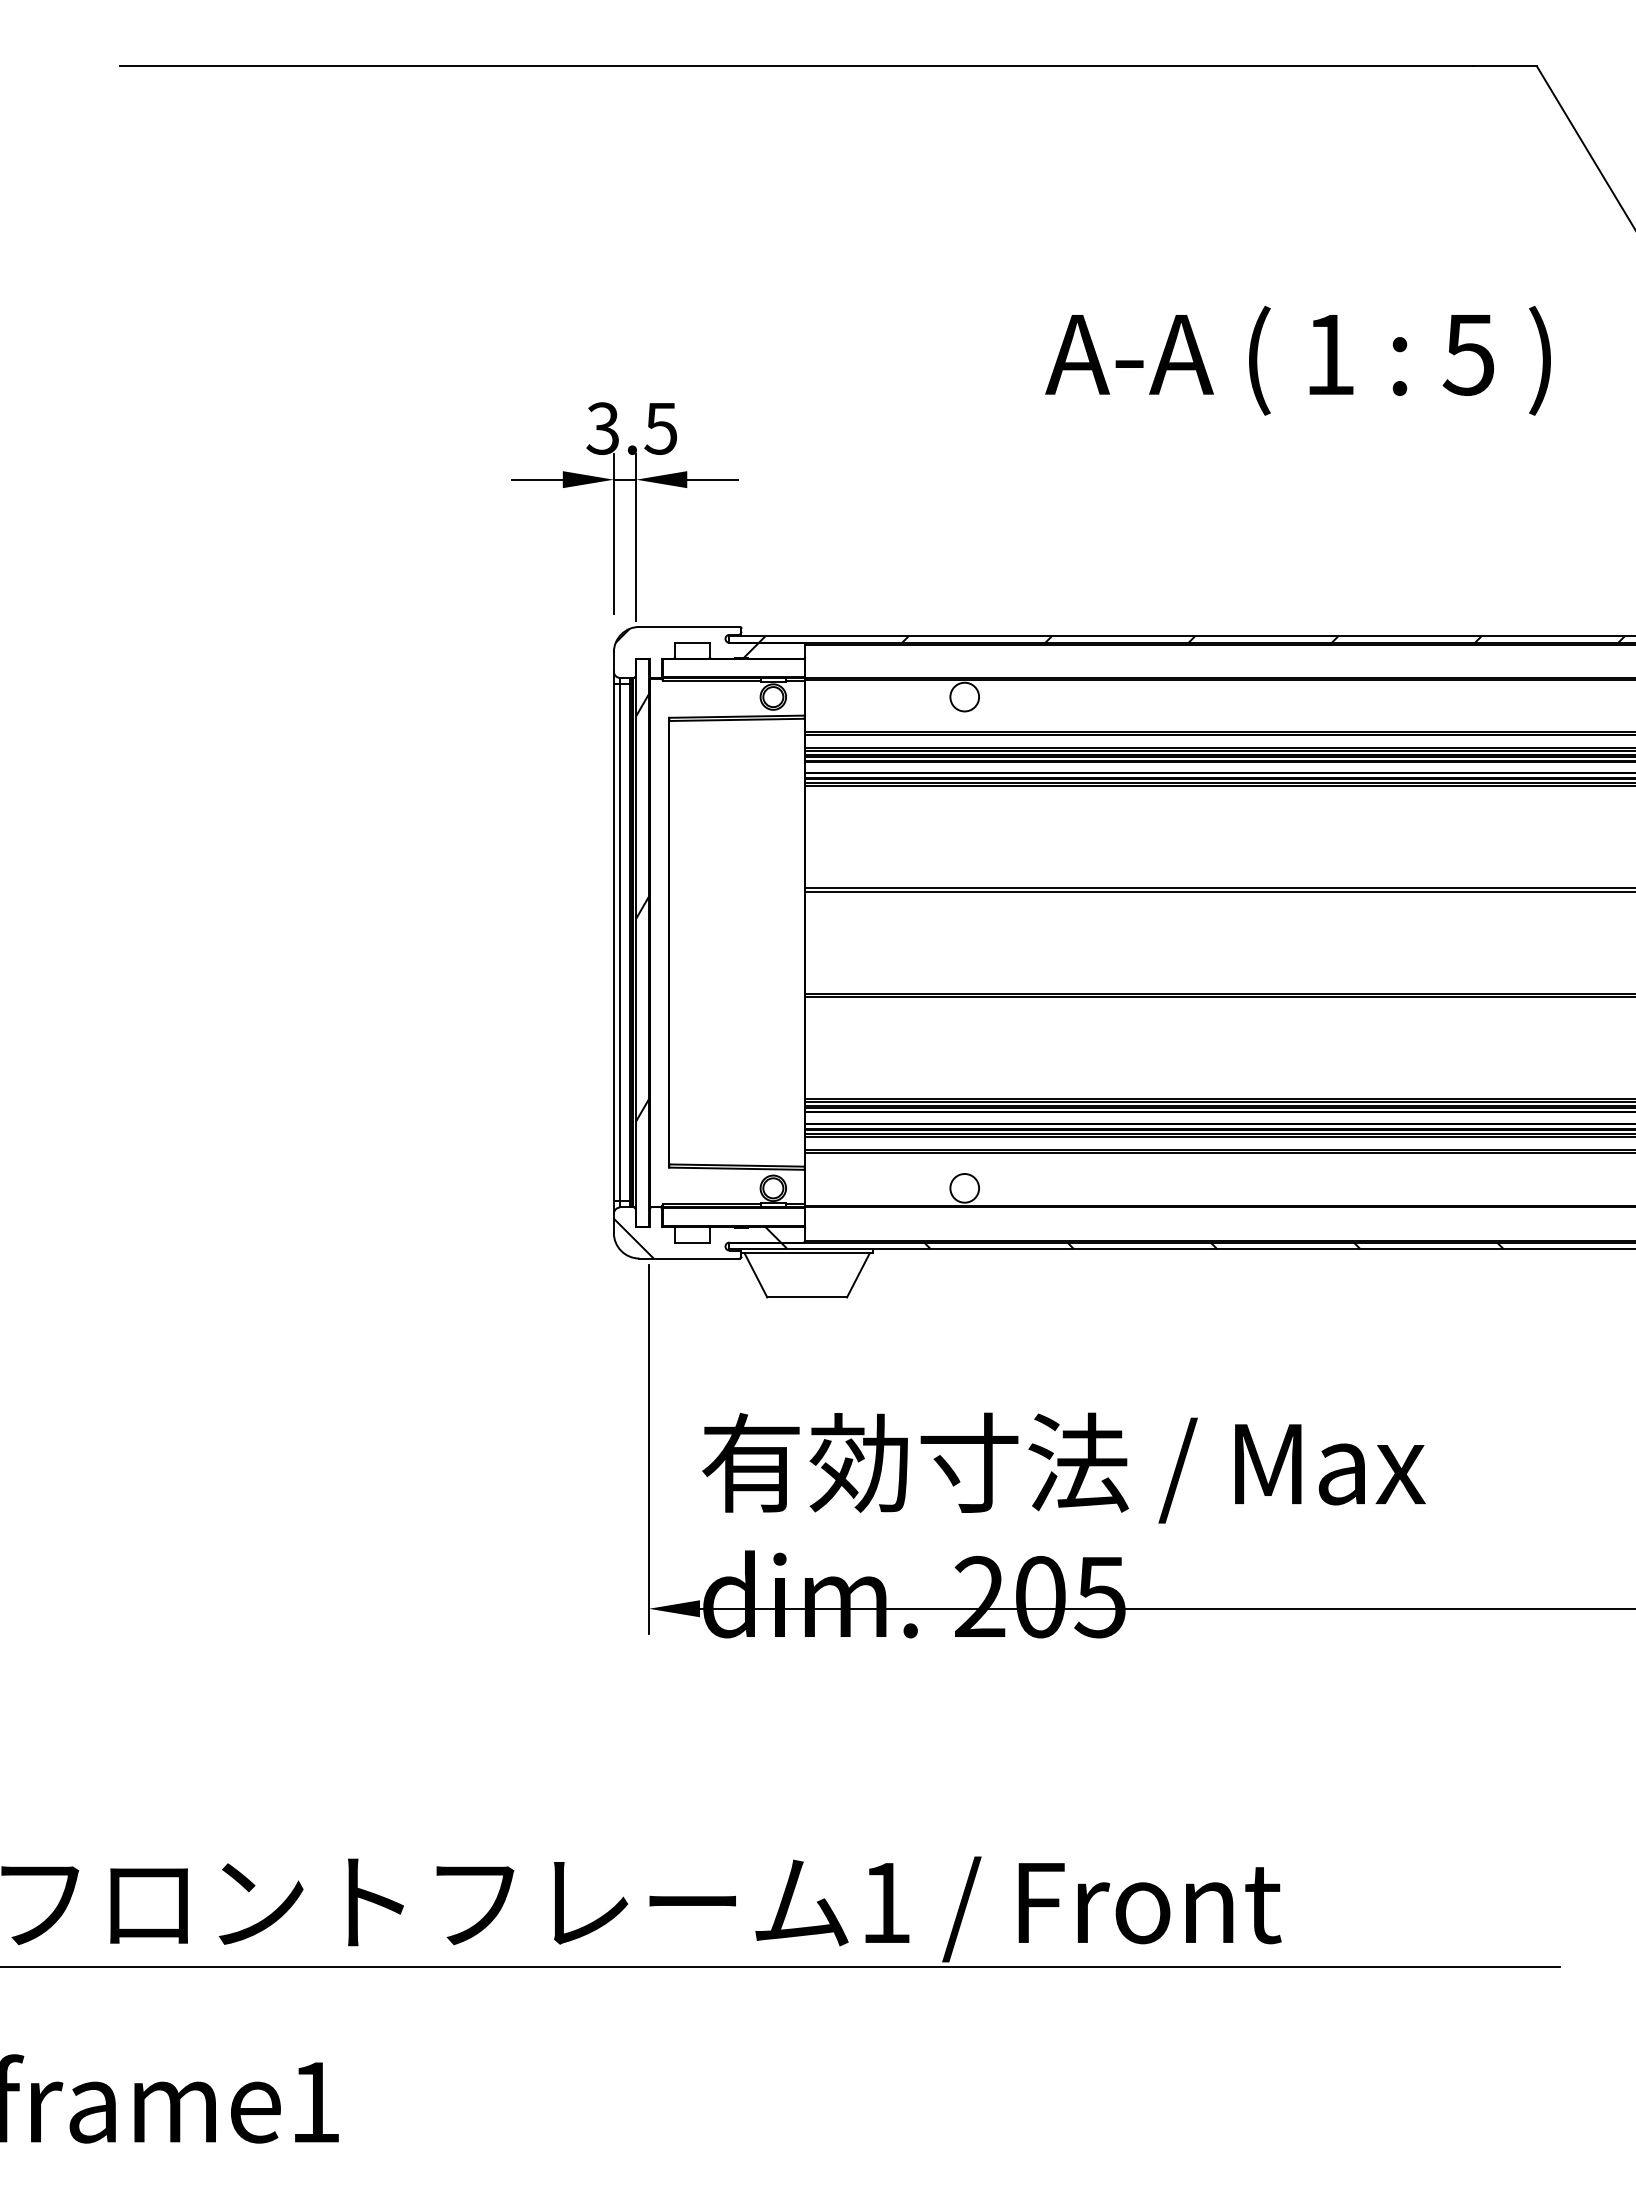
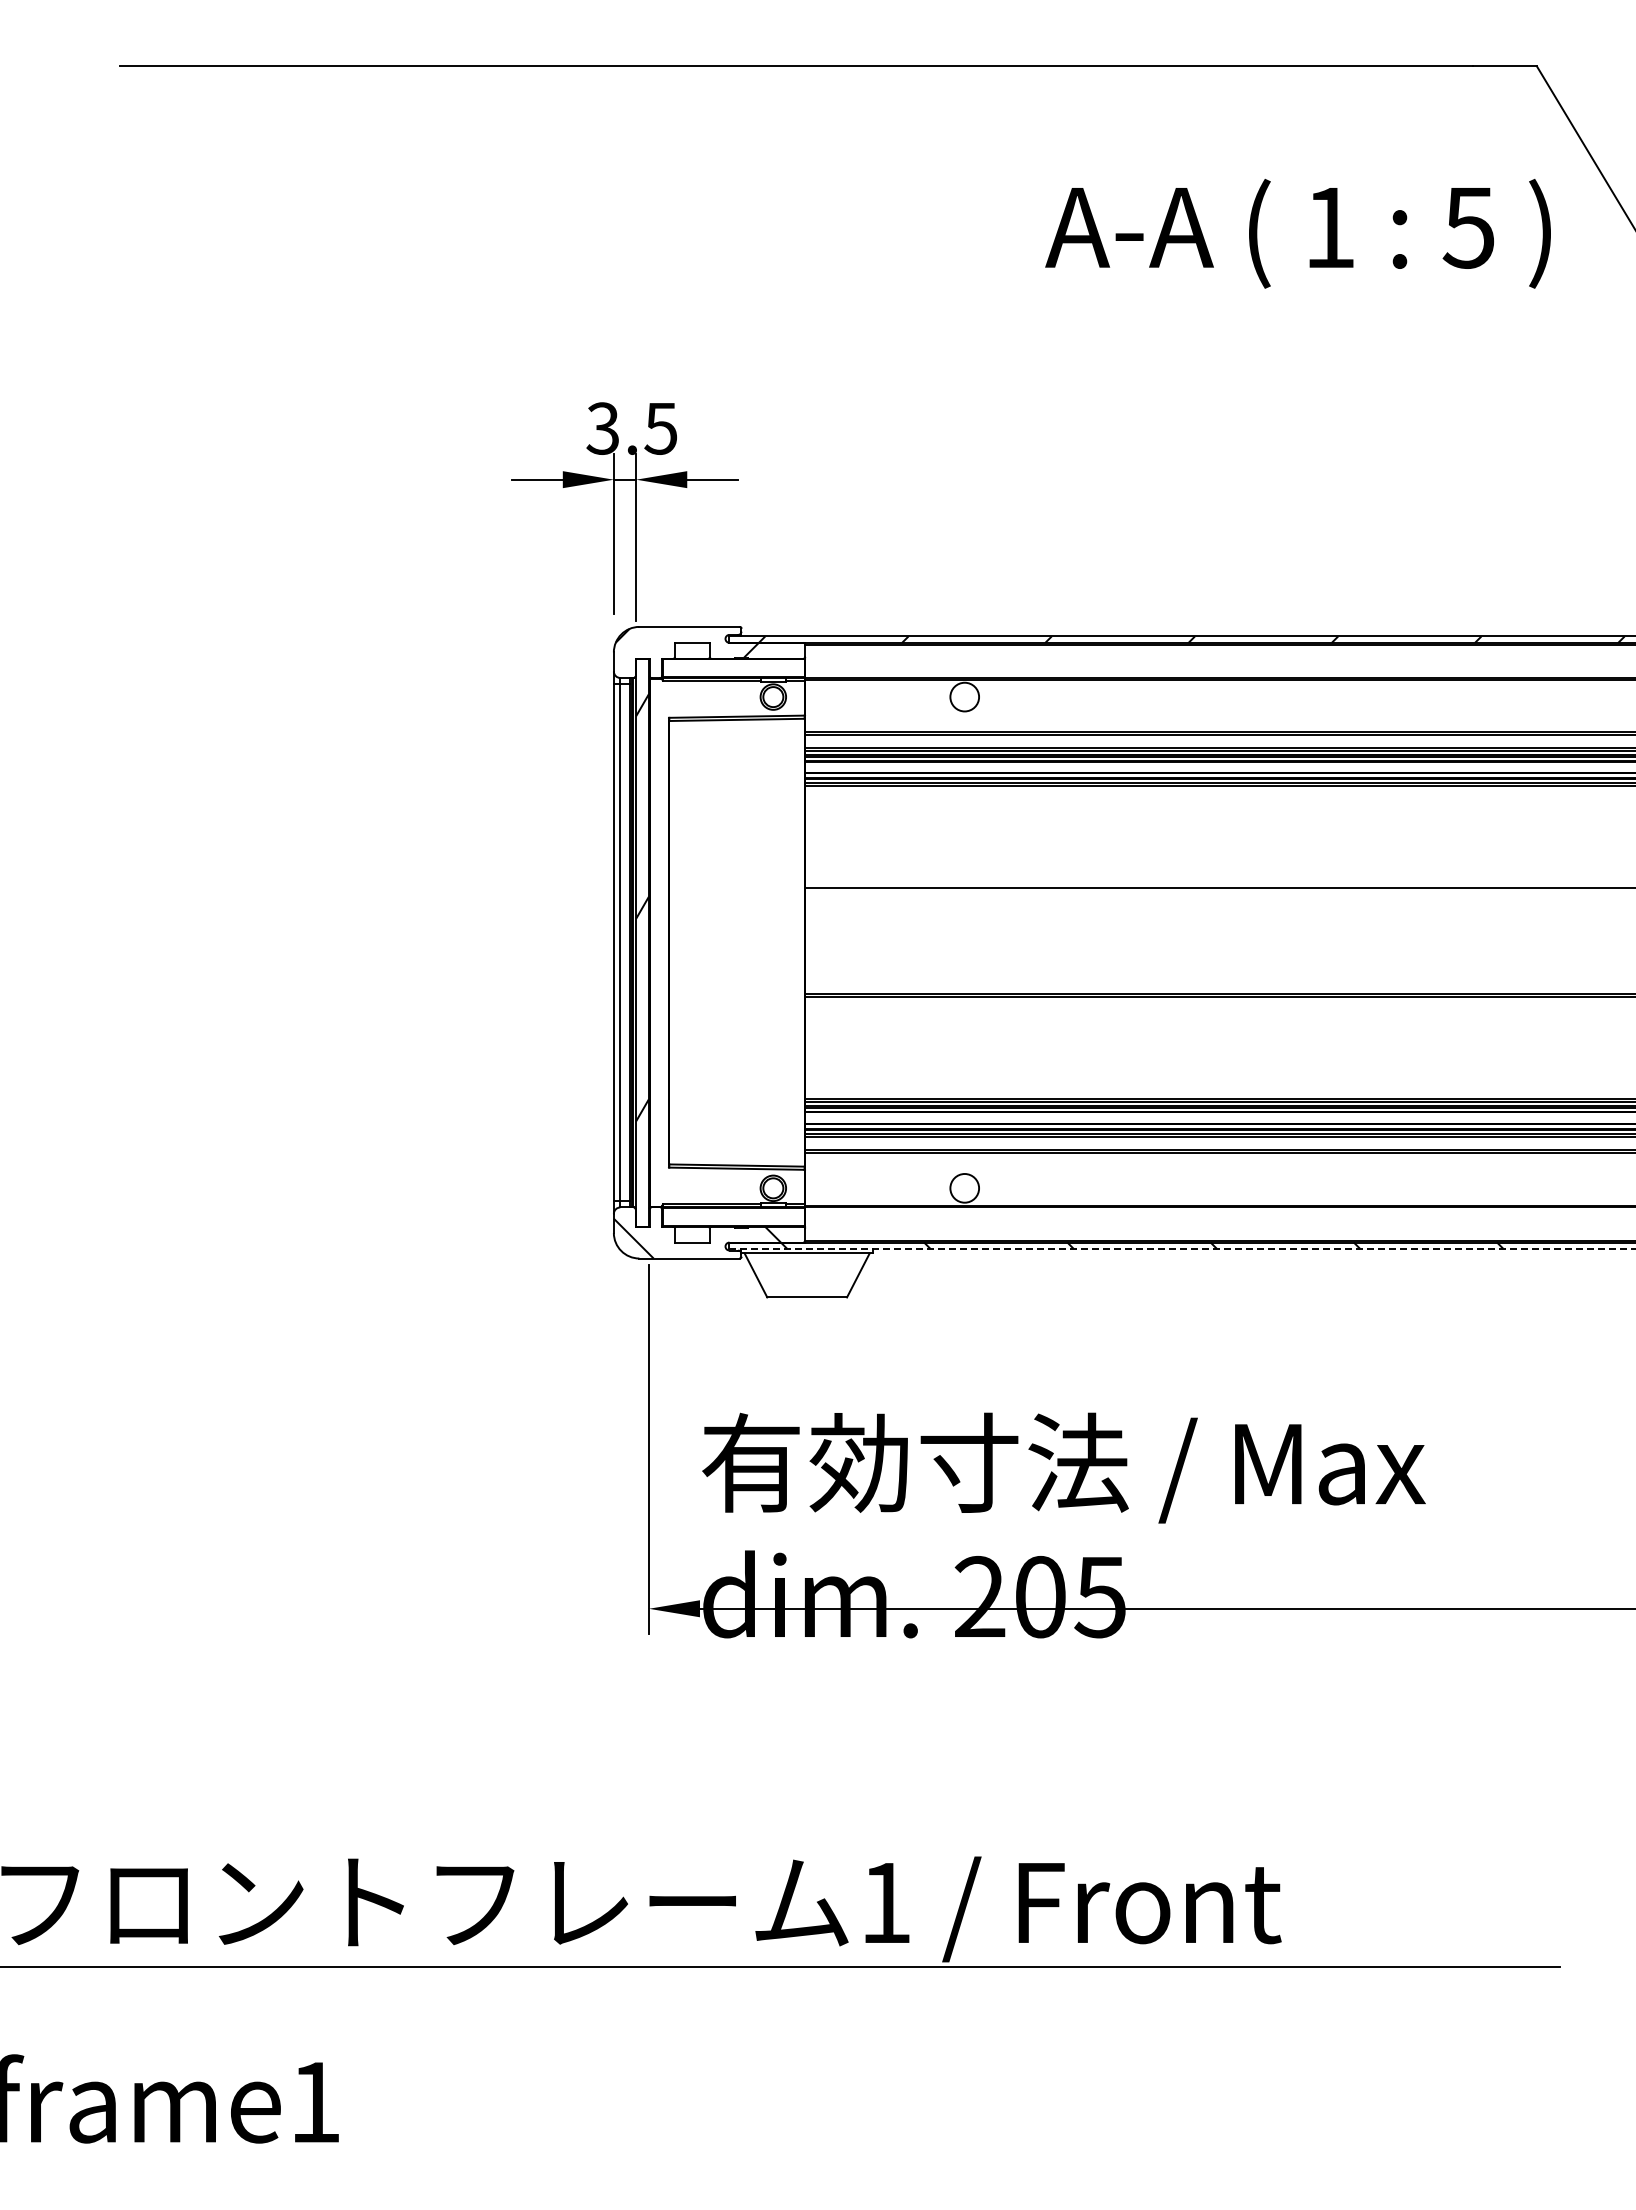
text at (1297, 360) position: (1297, 360) -> (1297, 233)
line at (1218, 891): present -> none
line at (1182, 1248): solid -> dashed
